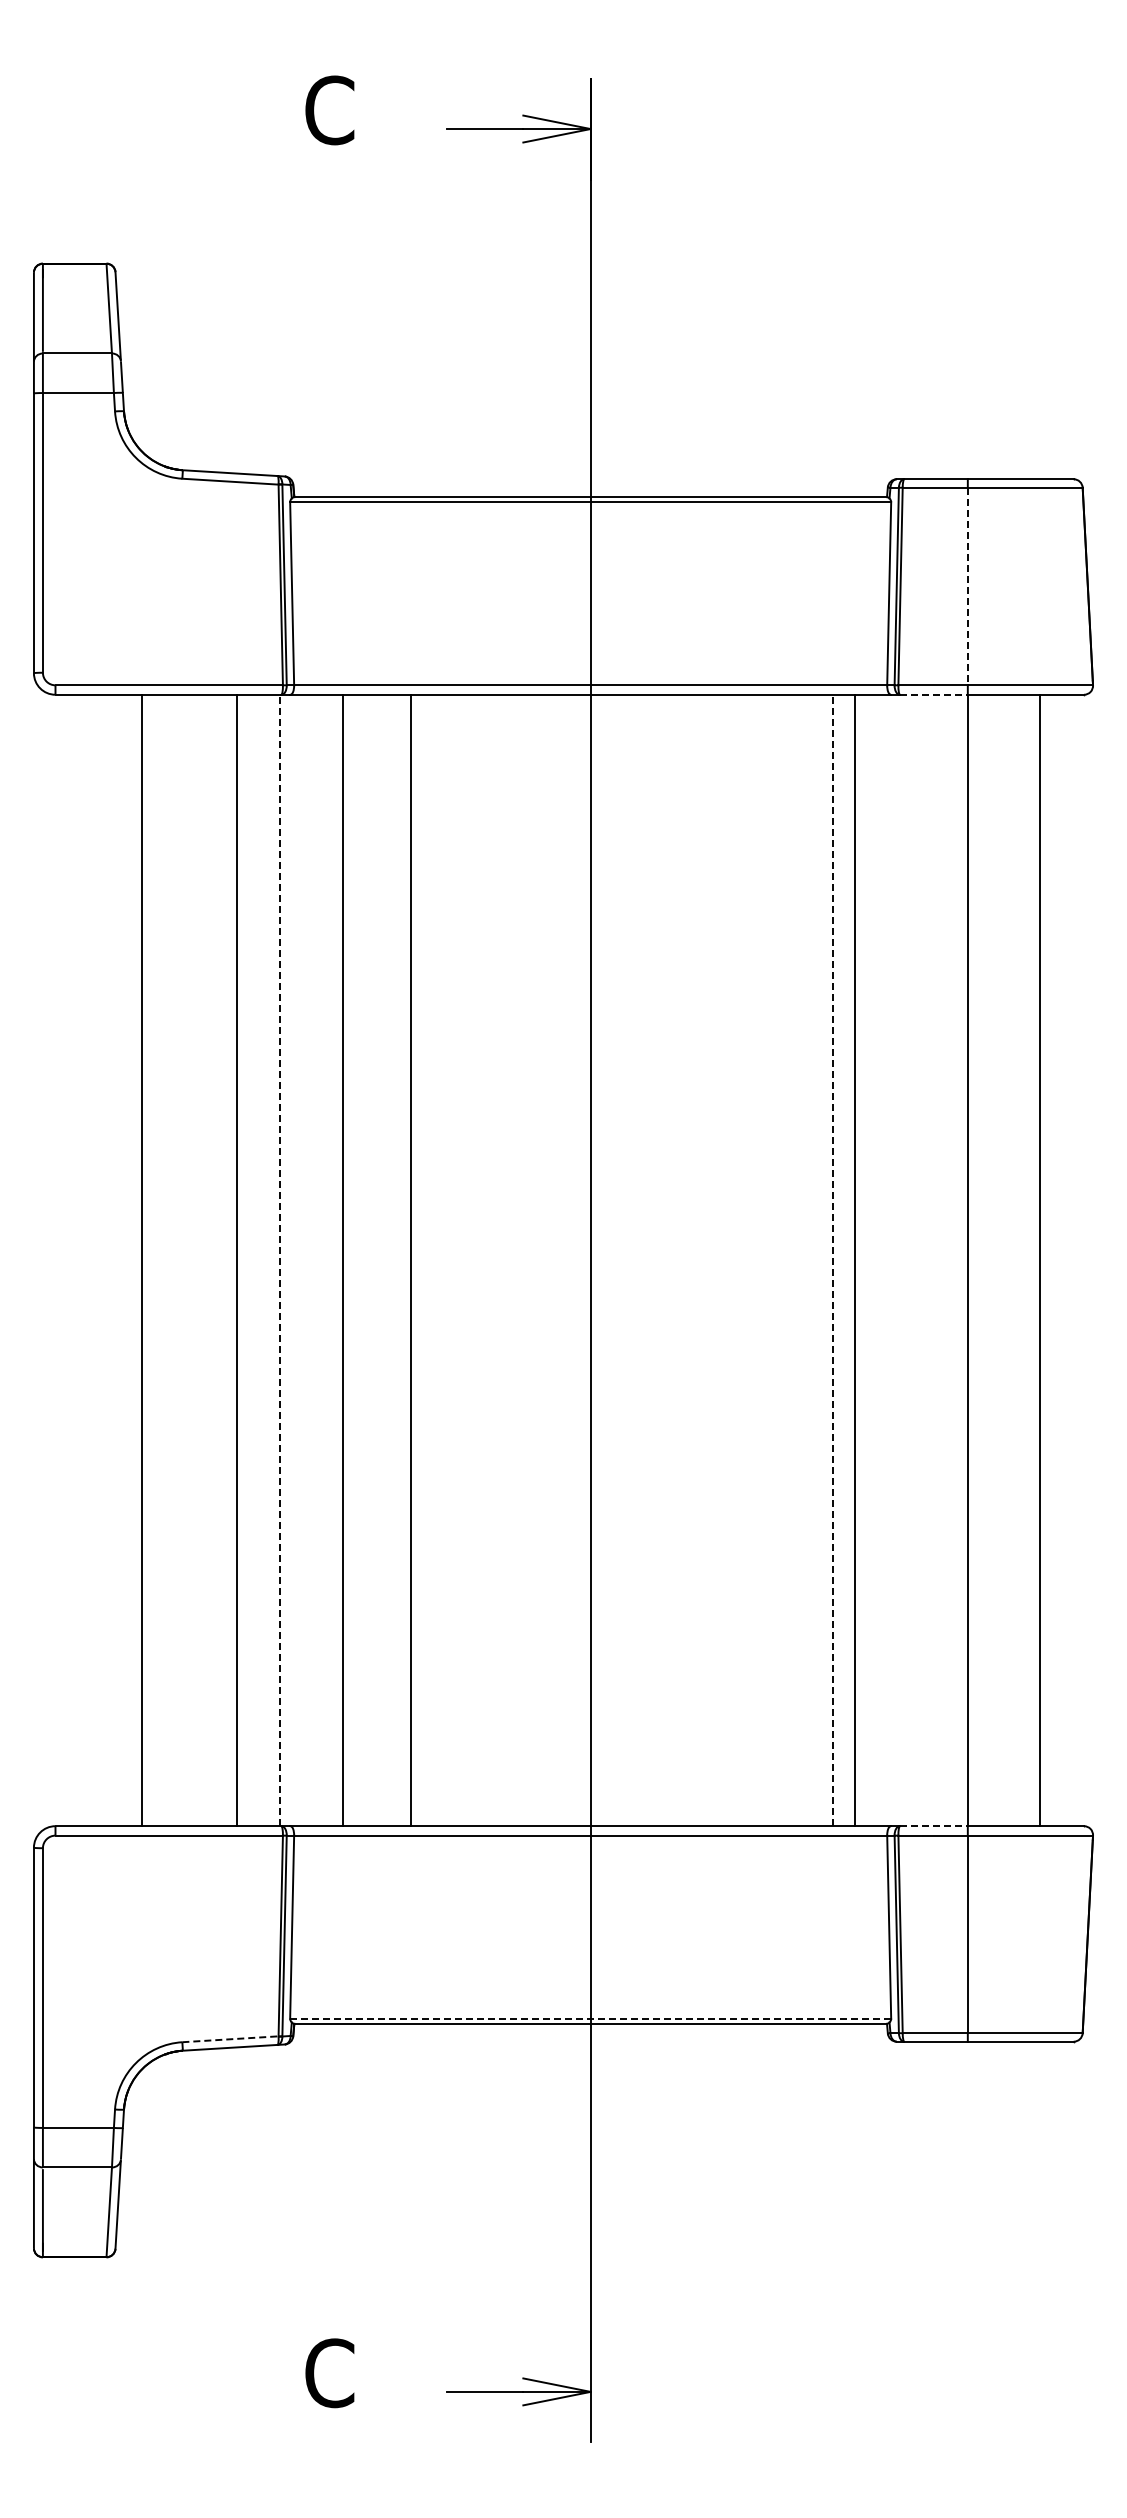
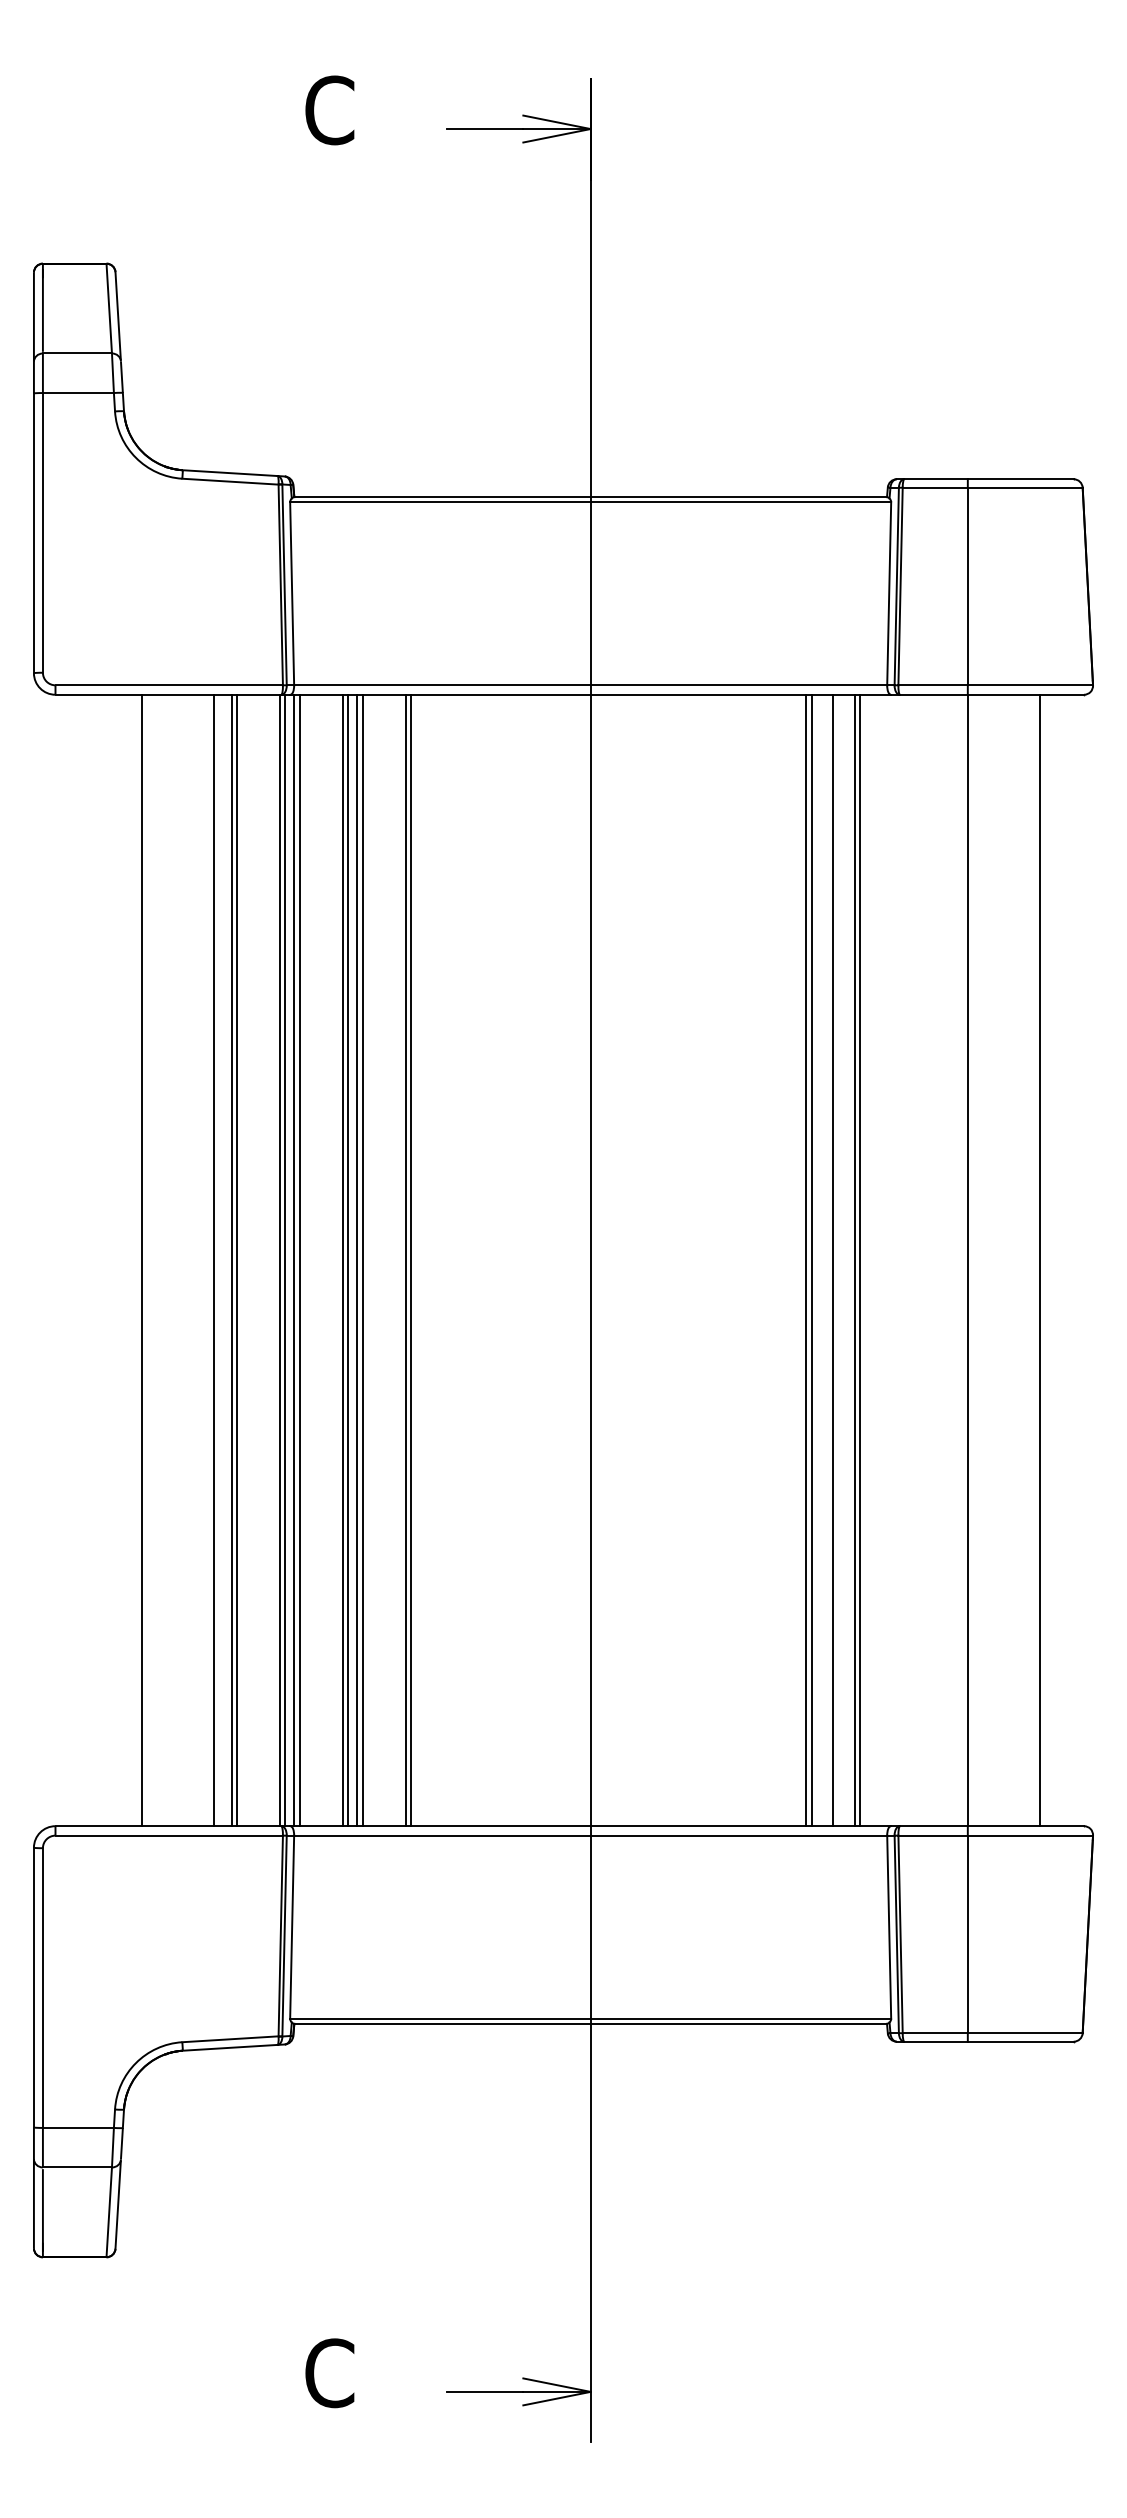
line at (967, 586): dashed -> solid
line at (933, 694): dashed -> solid
line at (213, 1260): none -> present
line at (231, 1260): none -> present
line at (279, 1260): dashed -> solid
line at (285, 1260): none -> present
line at (294, 1260): none -> present
line at (299, 1260): none -> present
line at (348, 1260): none -> present
line at (357, 1260): none -> present
line at (362, 1260): none -> present
line at (405, 1260): none -> present
line at (806, 1260): none -> present
line at (811, 1260): none -> present
line at (833, 1260): dashed -> solid
line at (860, 1260): none -> present
line at (933, 1826): dashed -> solid
line at (590, 2018): dashed -> solid
line at (230, 2039): dashed -> solid
